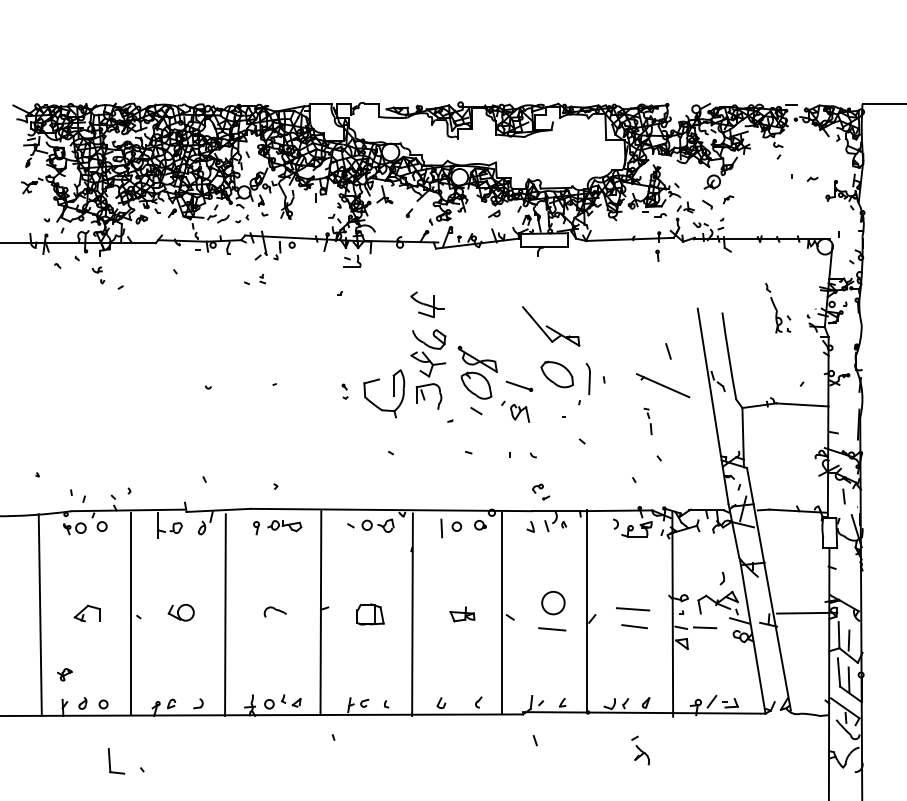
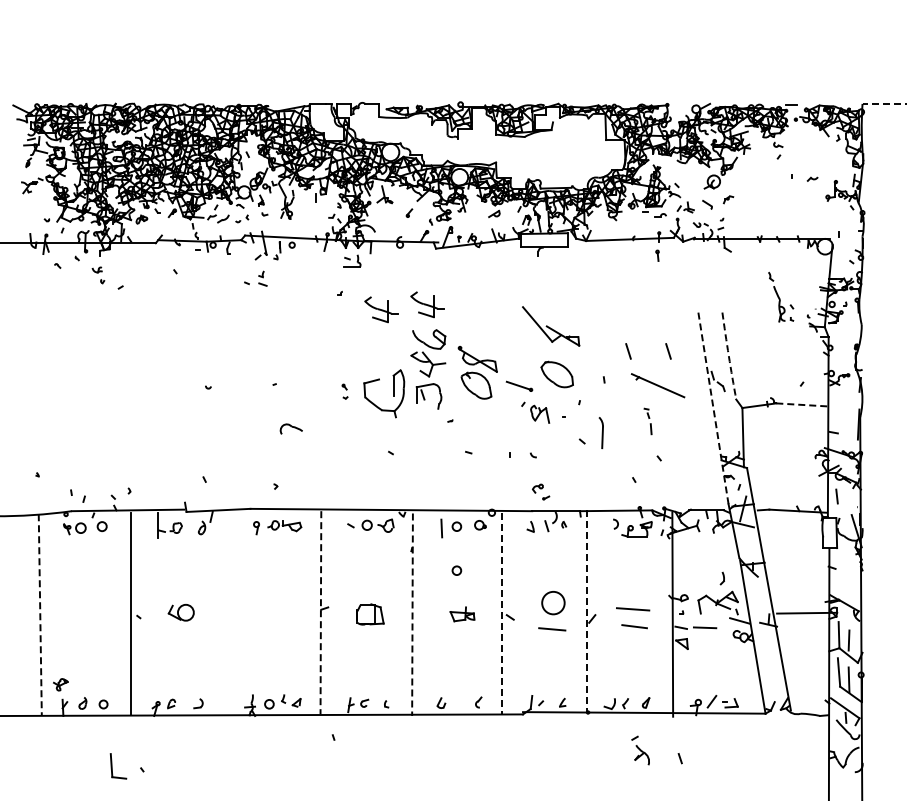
line at (884, 103): solid -> dashed
part at (262, 278) size: 7x12 px -> 10x17 px
part at (778, 307) position: (778, 307) -> (781, 296)
part at (381, 309): none -> present
line at (628, 351): none -> present
arc at (728, 356): solid -> dashed
part at (587, 379) position: (587, 379) -> (600, 433)
part at (662, 385) position: (662, 385) -> (657, 385)
line at (802, 404): solid -> dashed
line at (713, 406): solid -> dashed
line at (476, 411): present -> none
part at (515, 411) position: (515, 411) -> (535, 412)
line at (843, 496) position: (843, 496) -> (836, 496)
circle at (456, 570): none -> present
part at (274, 611) position: (274, 611) -> (290, 428)
line at (320, 612): solid -> dashed
line at (586, 612): solid -> dashed
part at (86, 613): present -> none
line at (225, 614): present -> none
line at (502, 614): solid -> dashed
line at (40, 615): solid -> dashed
line at (412, 615): solid -> dashed
part at (64, 674) position: (64, 674) -> (60, 684)
line at (534, 740) position: (534, 740) -> (679, 758)
part at (116, 761) position: (116, 761) -> (118, 766)
